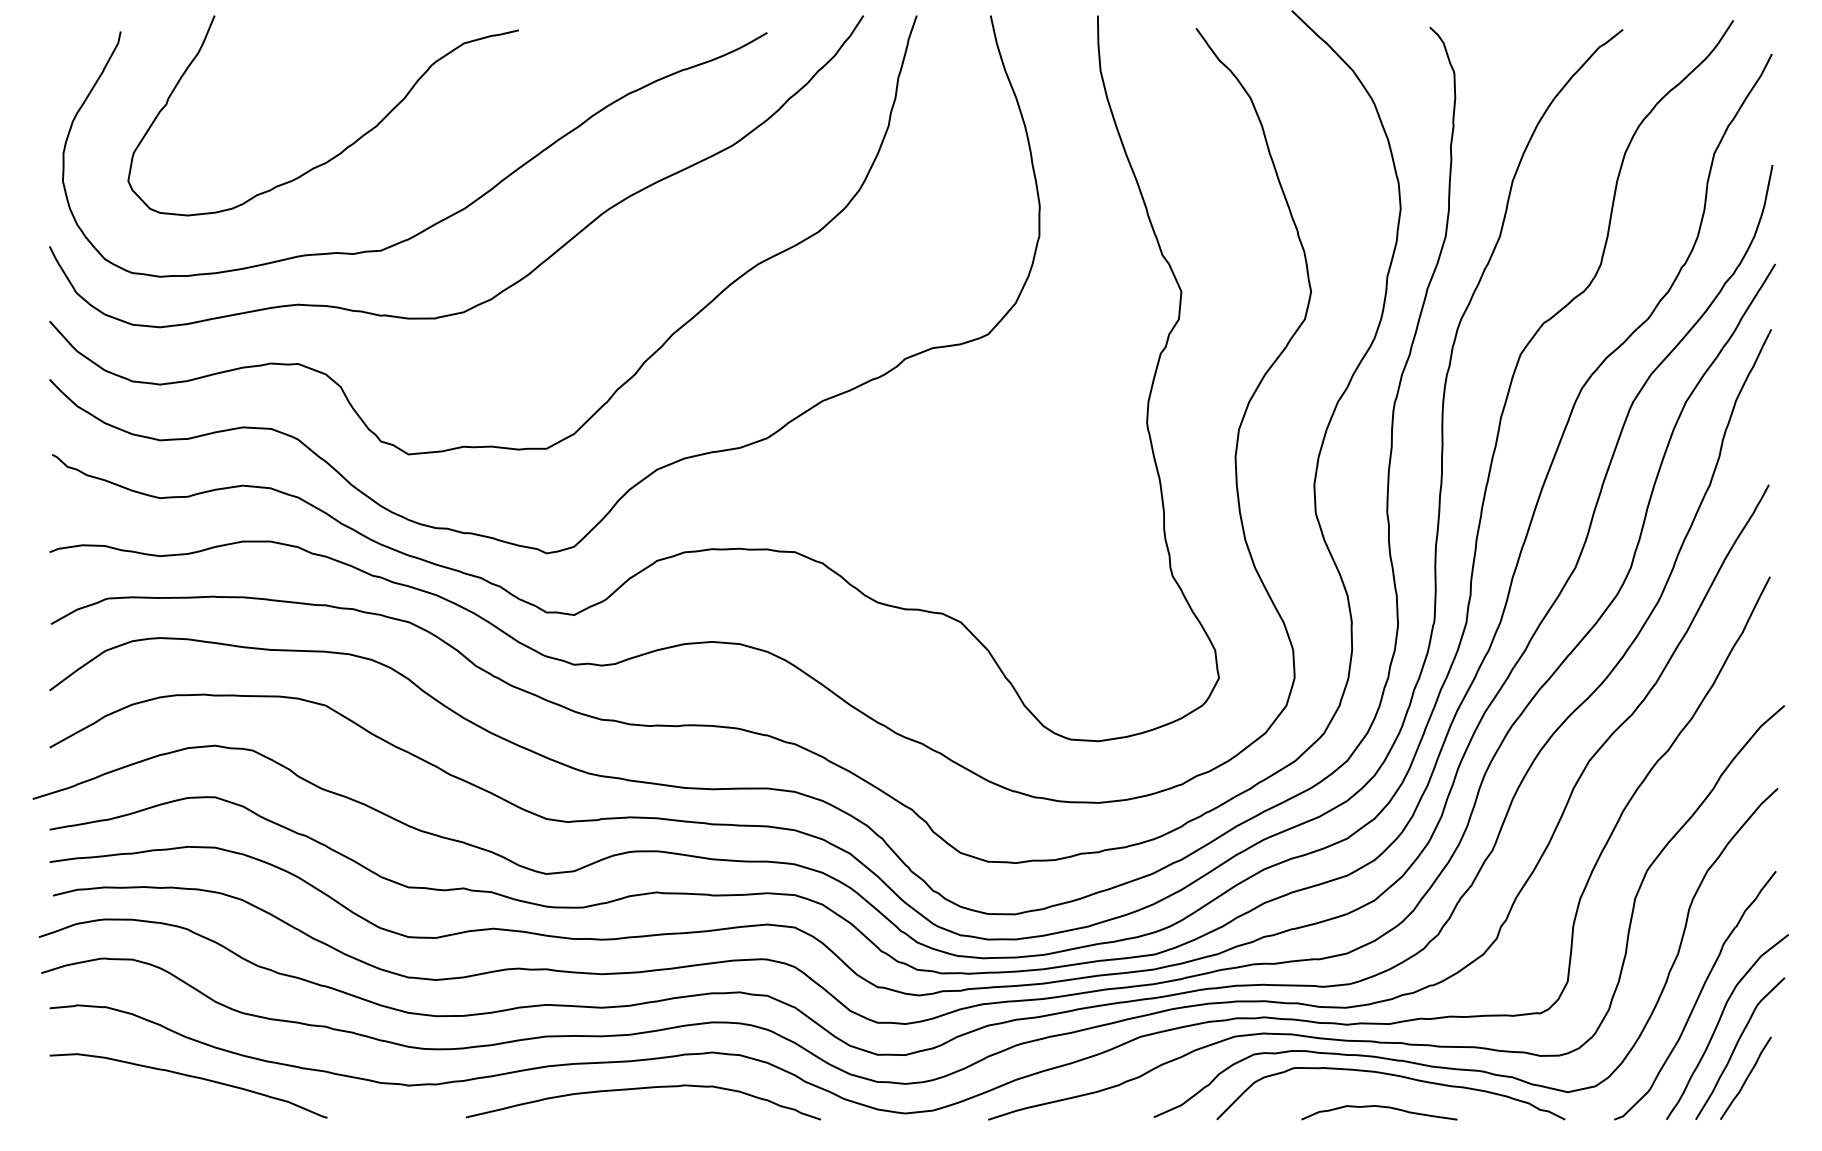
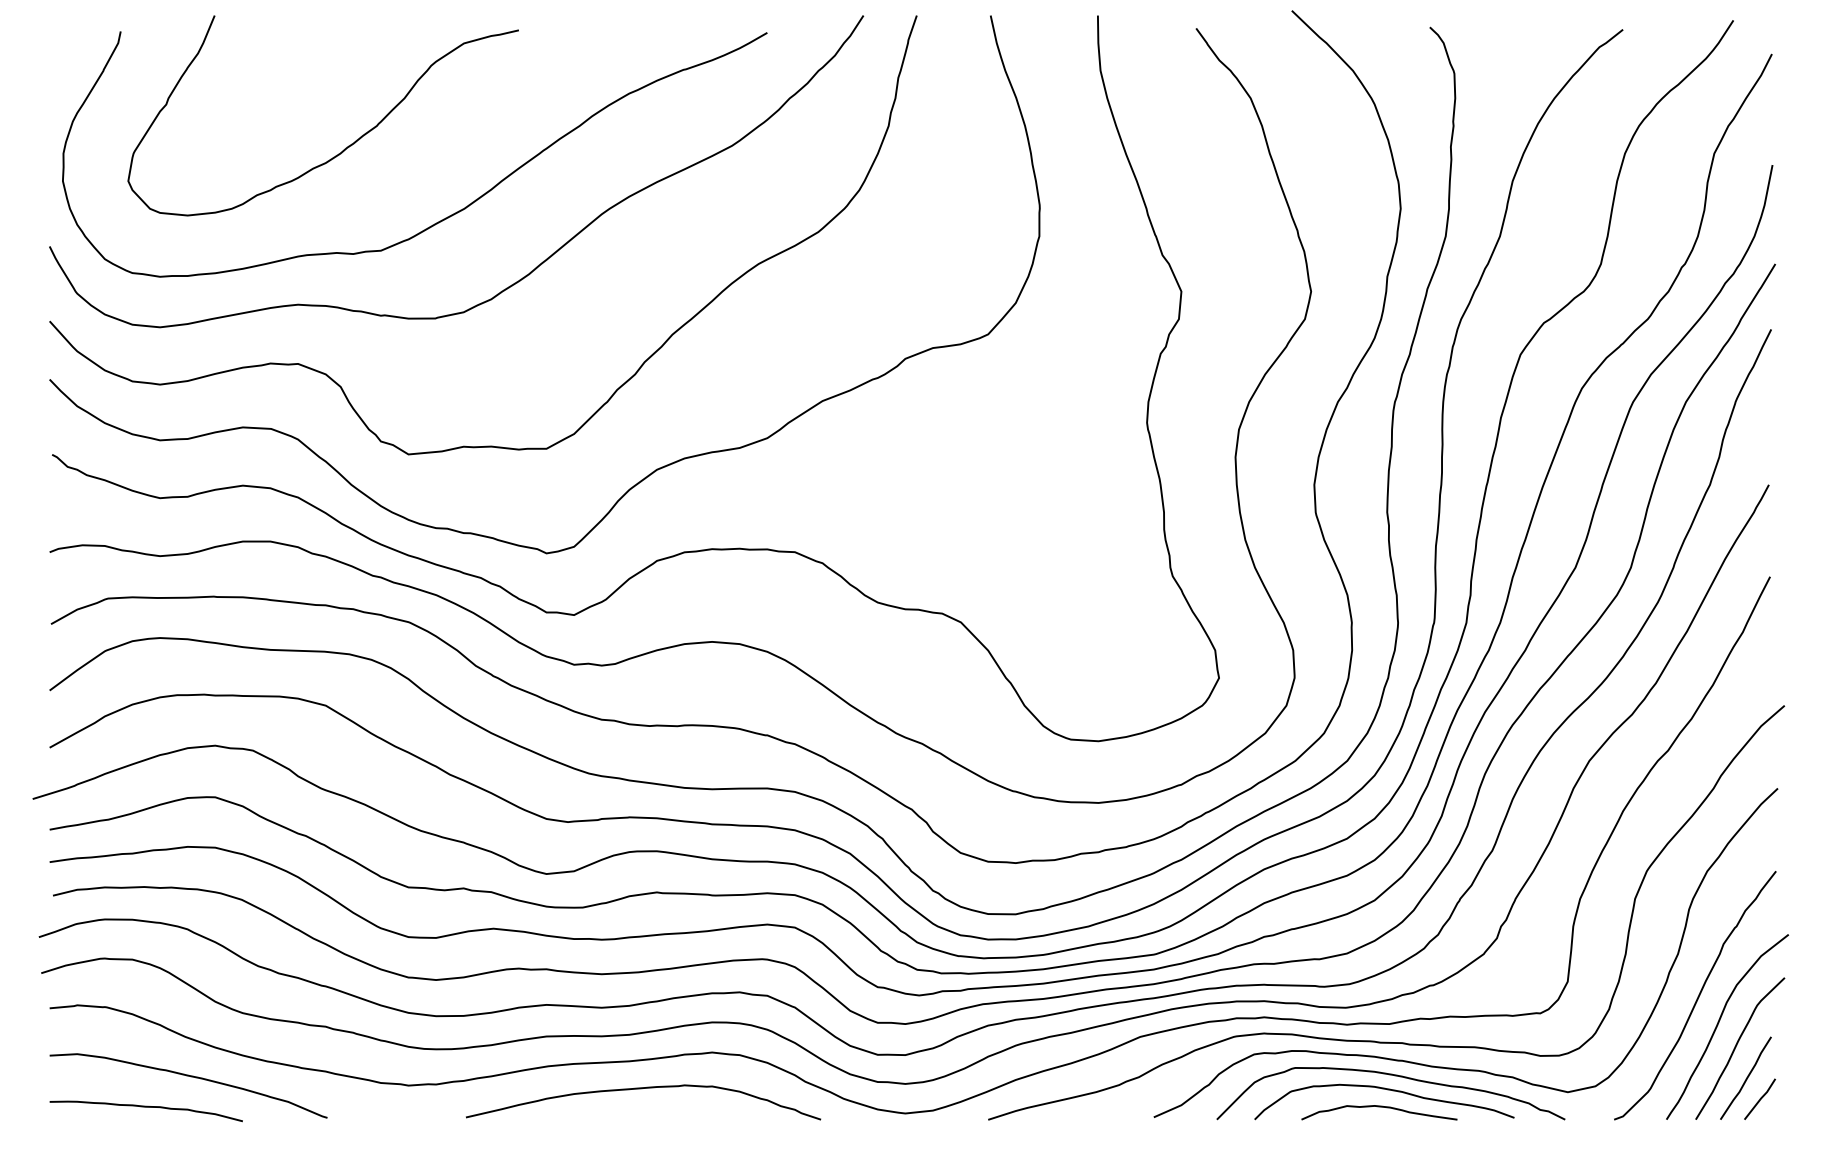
curve at (1387, 1090): none -> present
line at (1759, 1098): none -> present
curve at (145, 1107): none -> present
